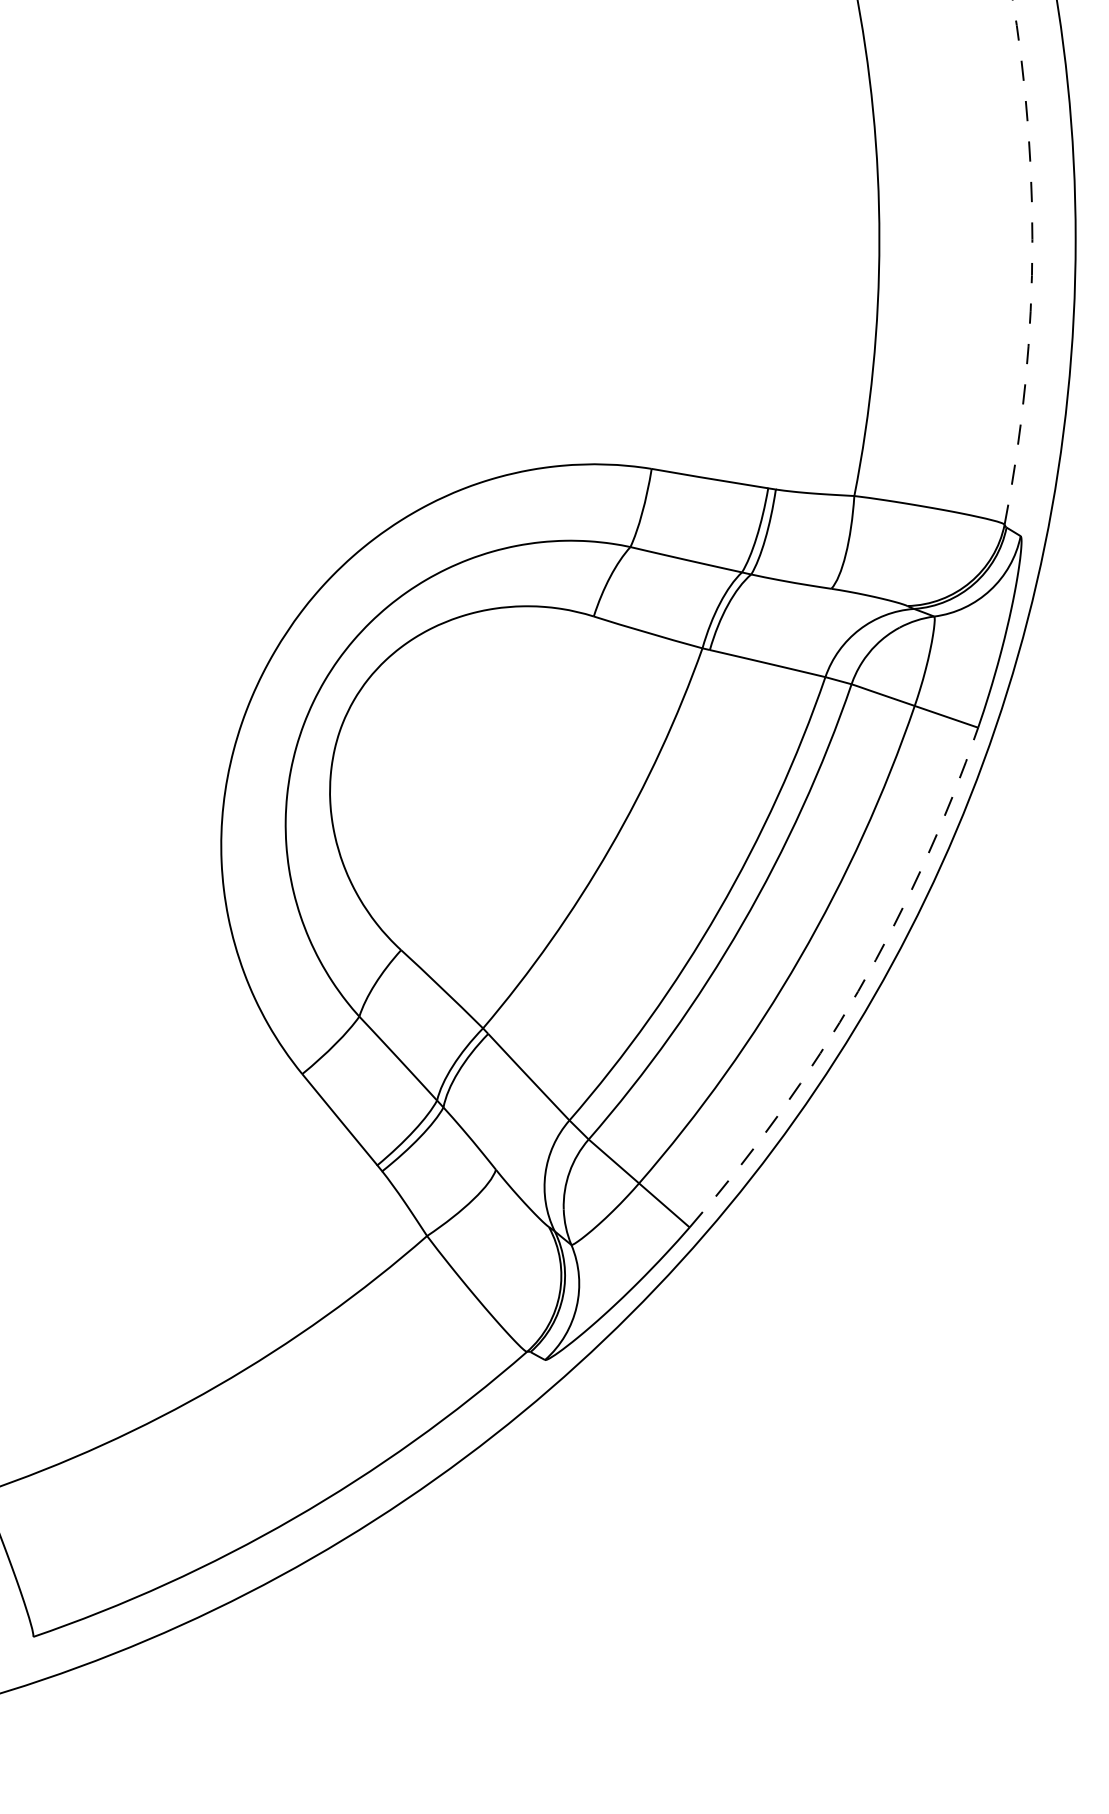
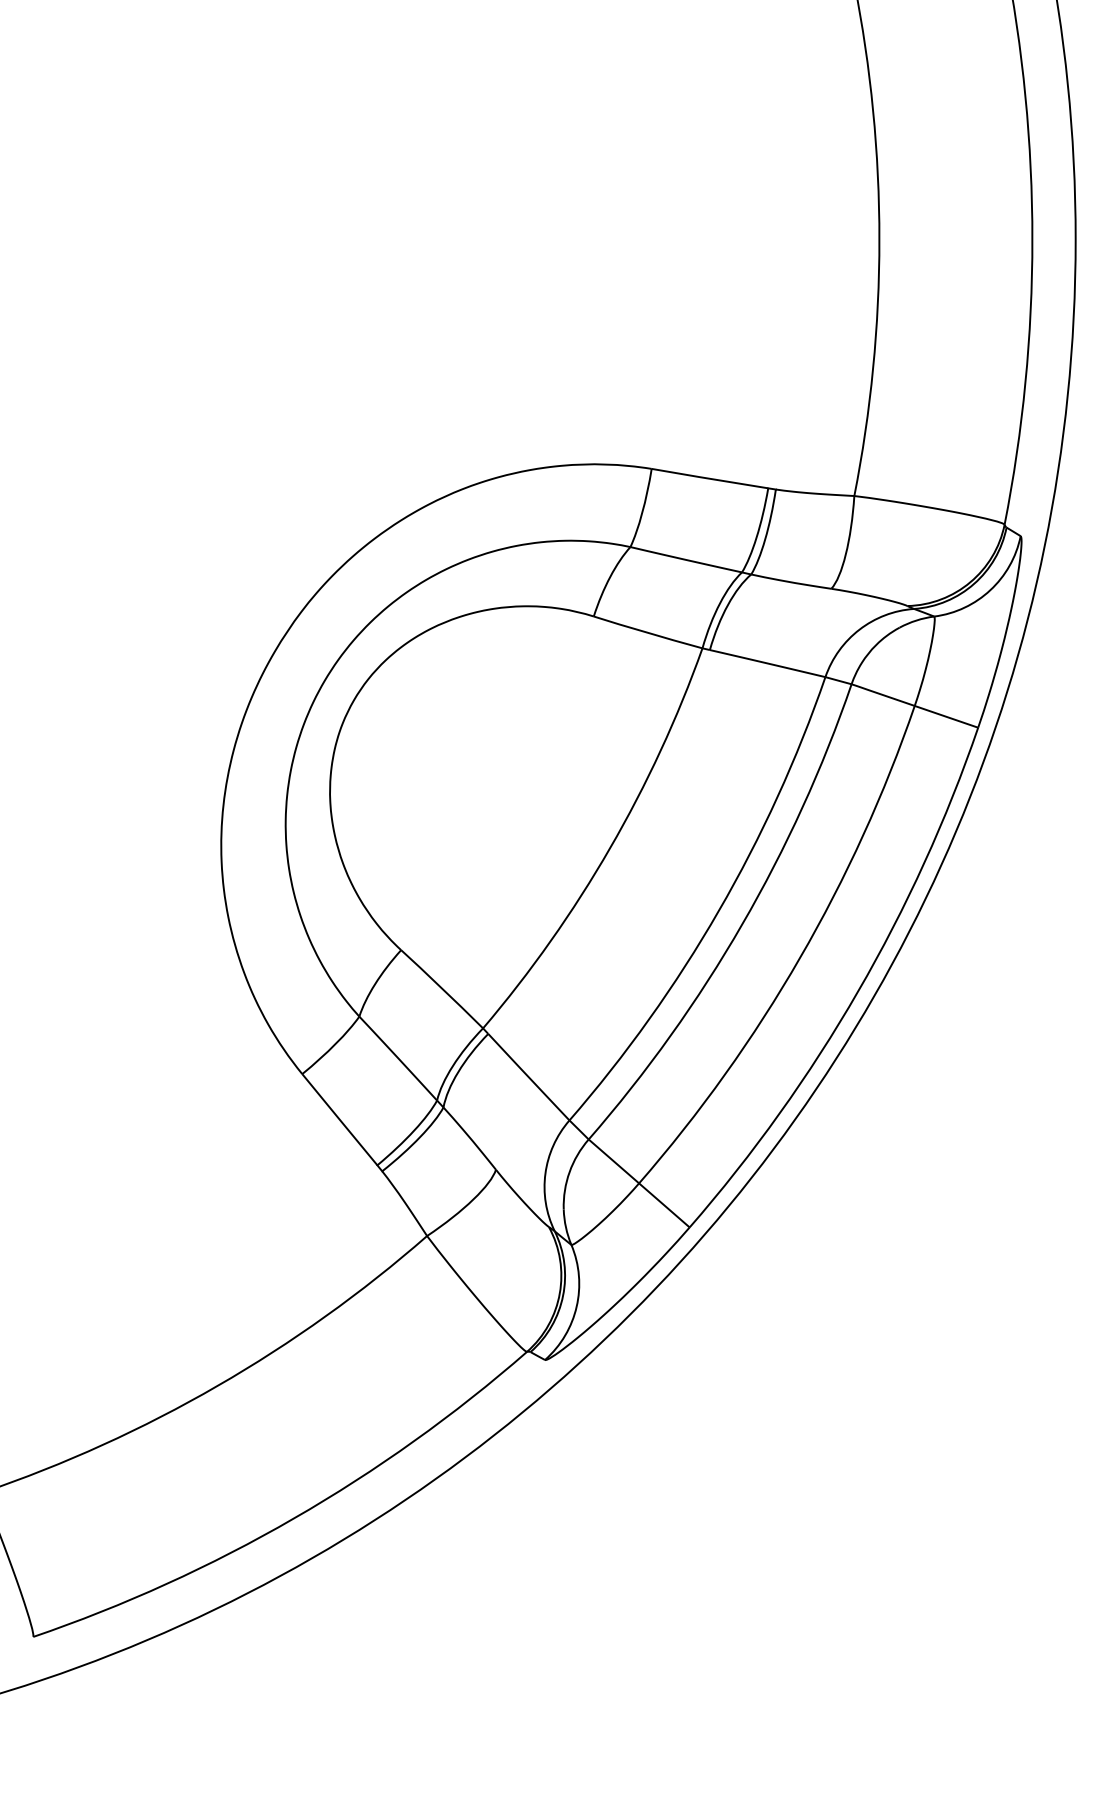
arc at (1032, 262): dashed -> solid
arc at (858, 991): dashed -> solid
